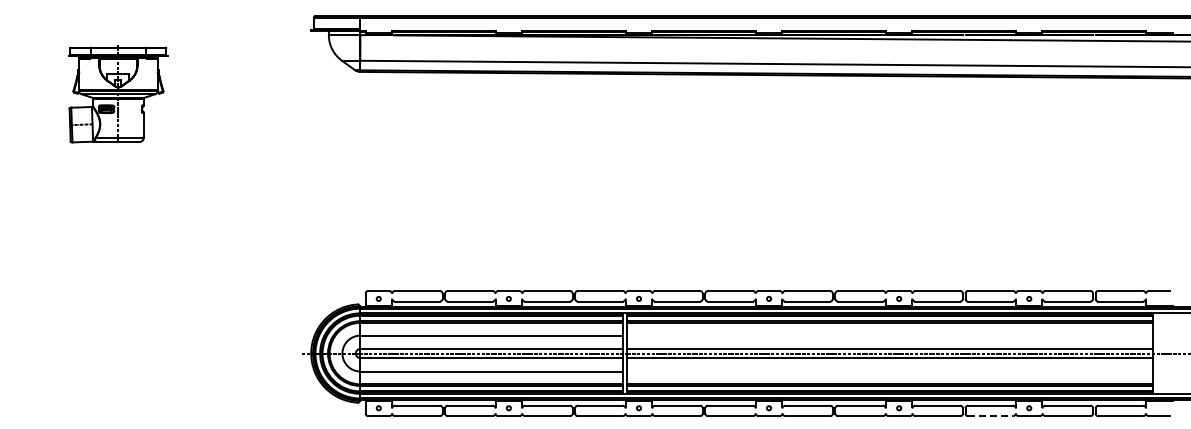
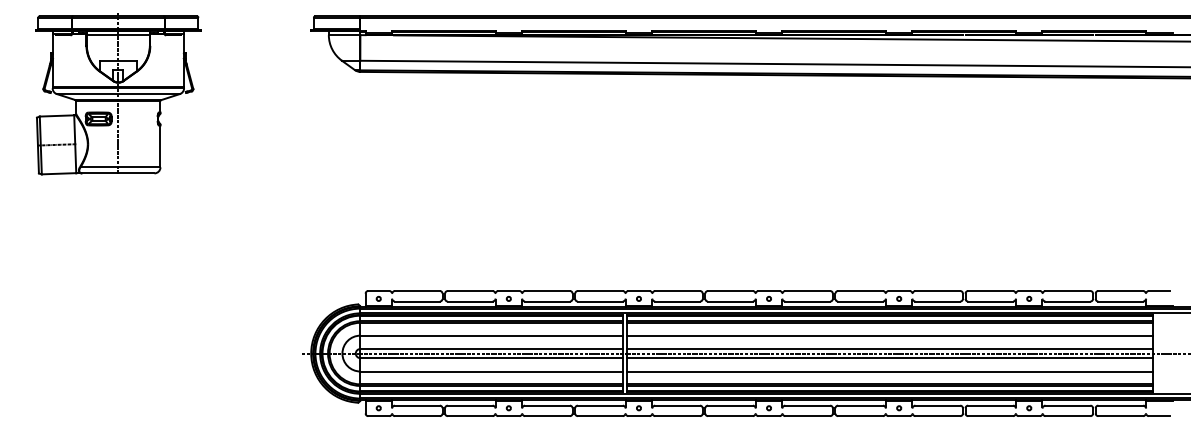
part at (118, 94) size: 101x99 px -> 167x163 px
line at (890, 335): none -> present
line at (890, 371): none -> present
line at (991, 416): dashed -> solid
